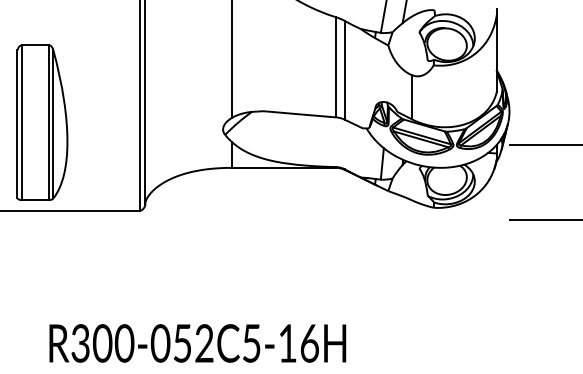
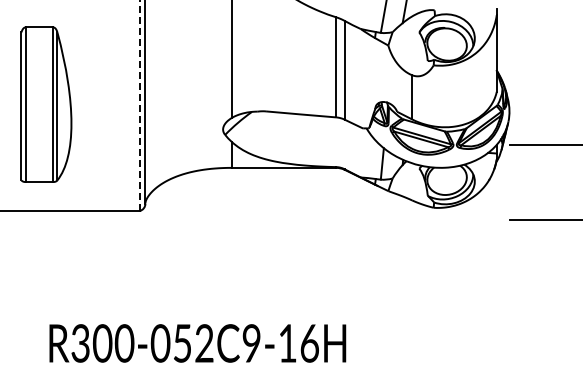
line at (139, 105): solid -> dashed
part at (42, 122) position: (42, 122) -> (46, 104)
text at (251, 343): R300-052C5-16H -> R300-052C9-16H
